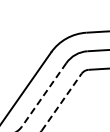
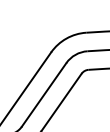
line at (44, 94): dashed -> solid
line at (61, 102): dashed -> solid
